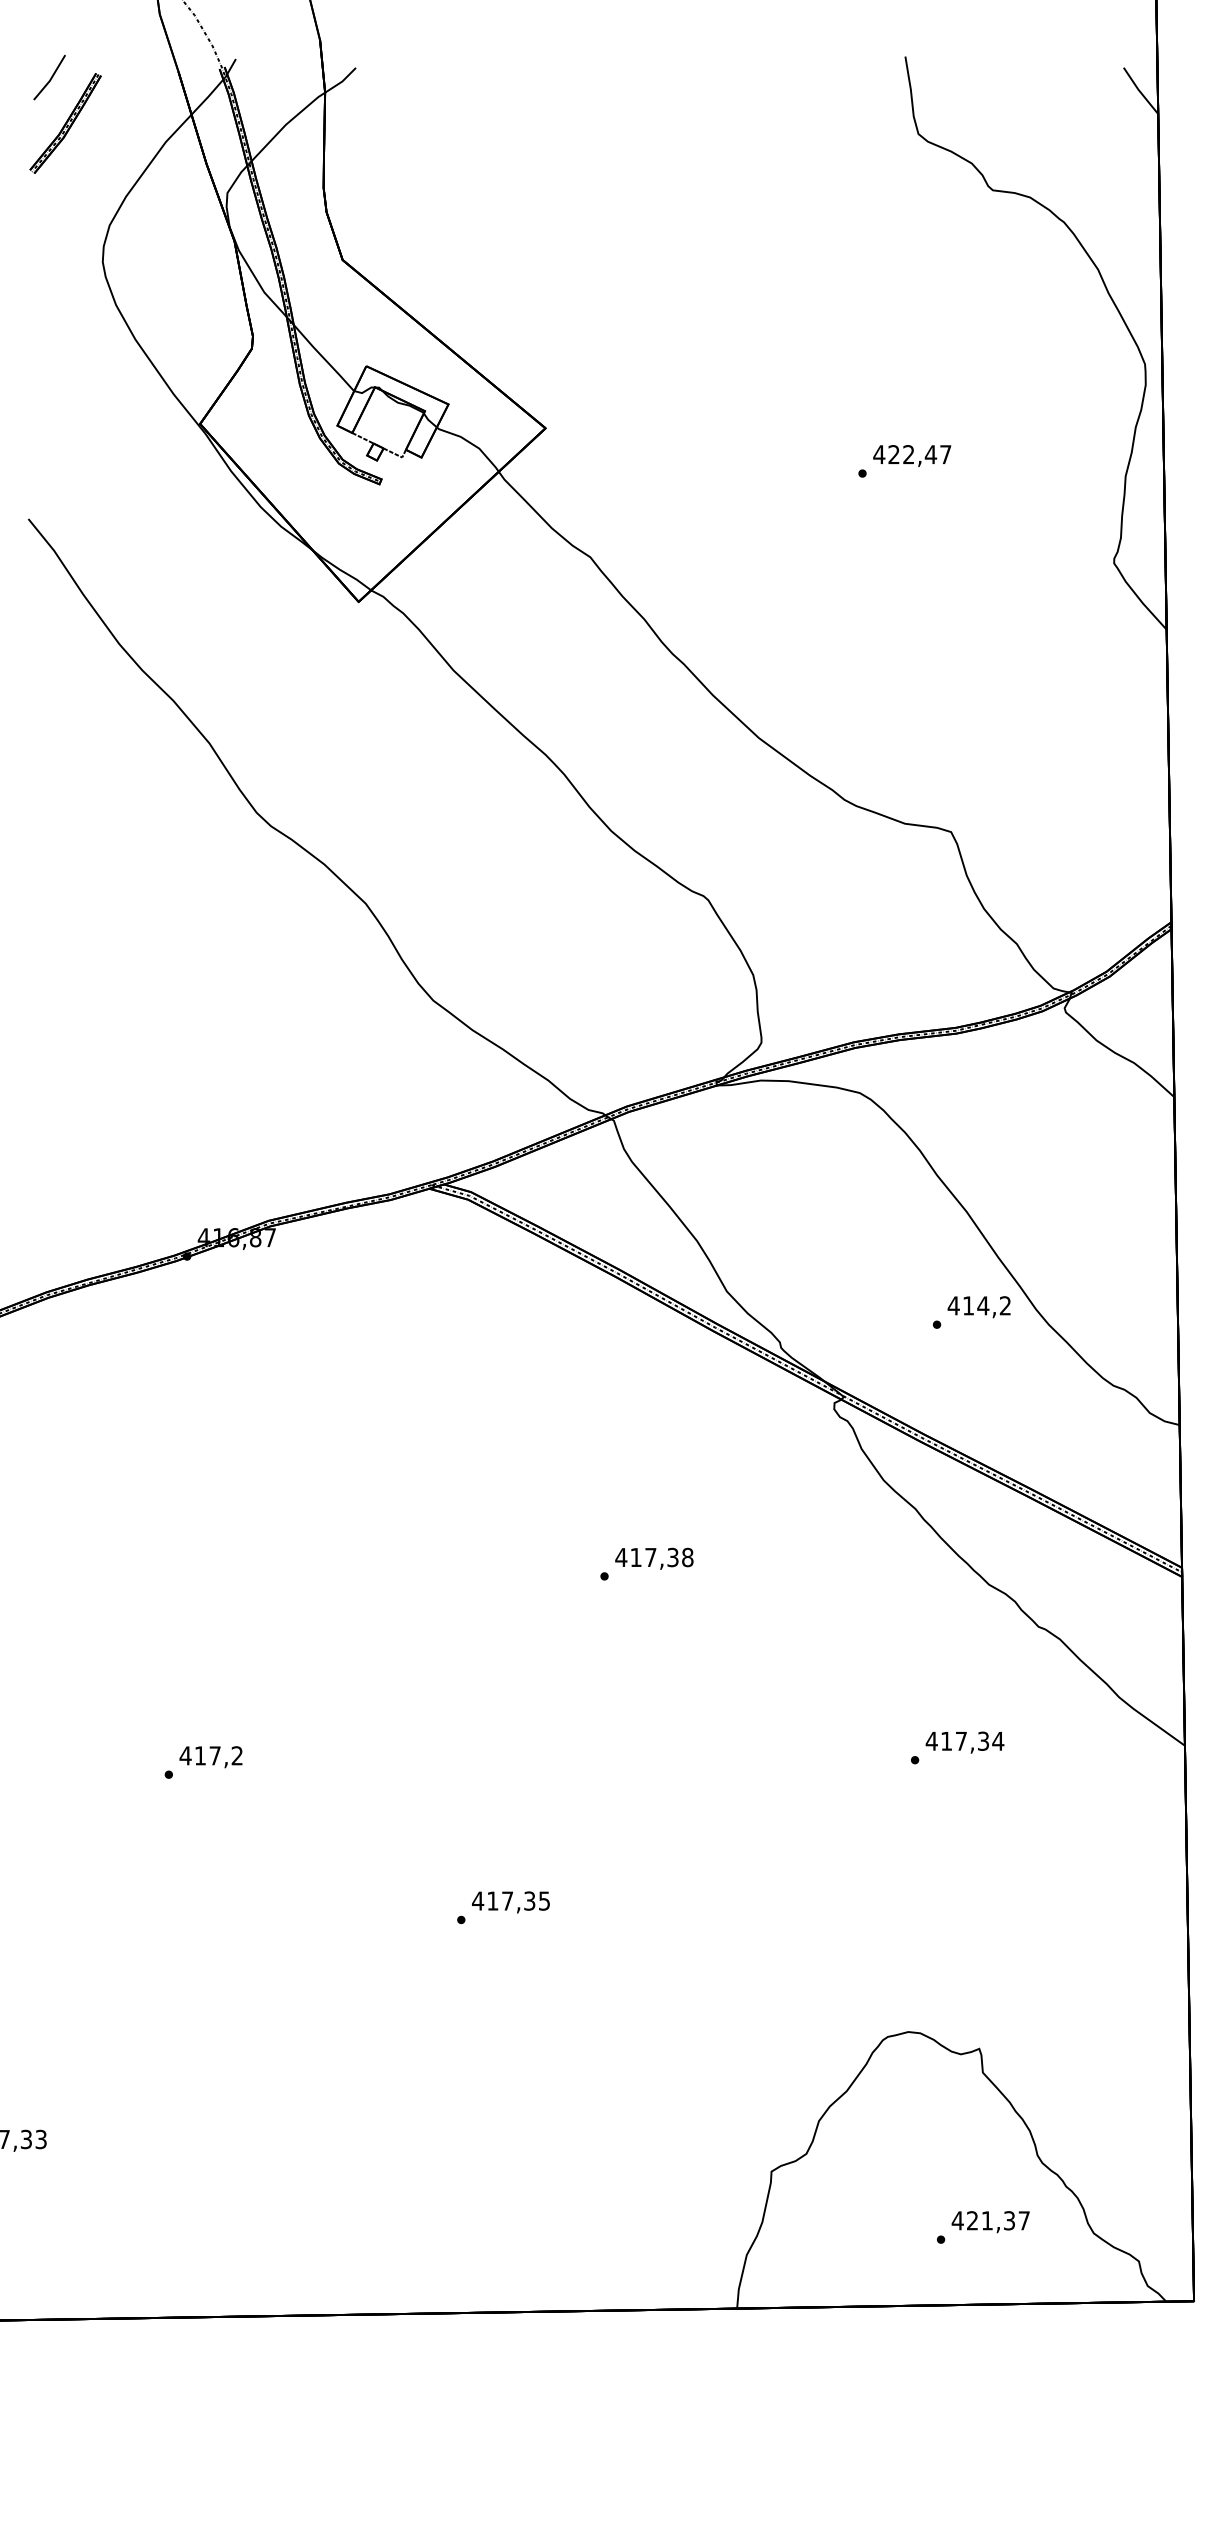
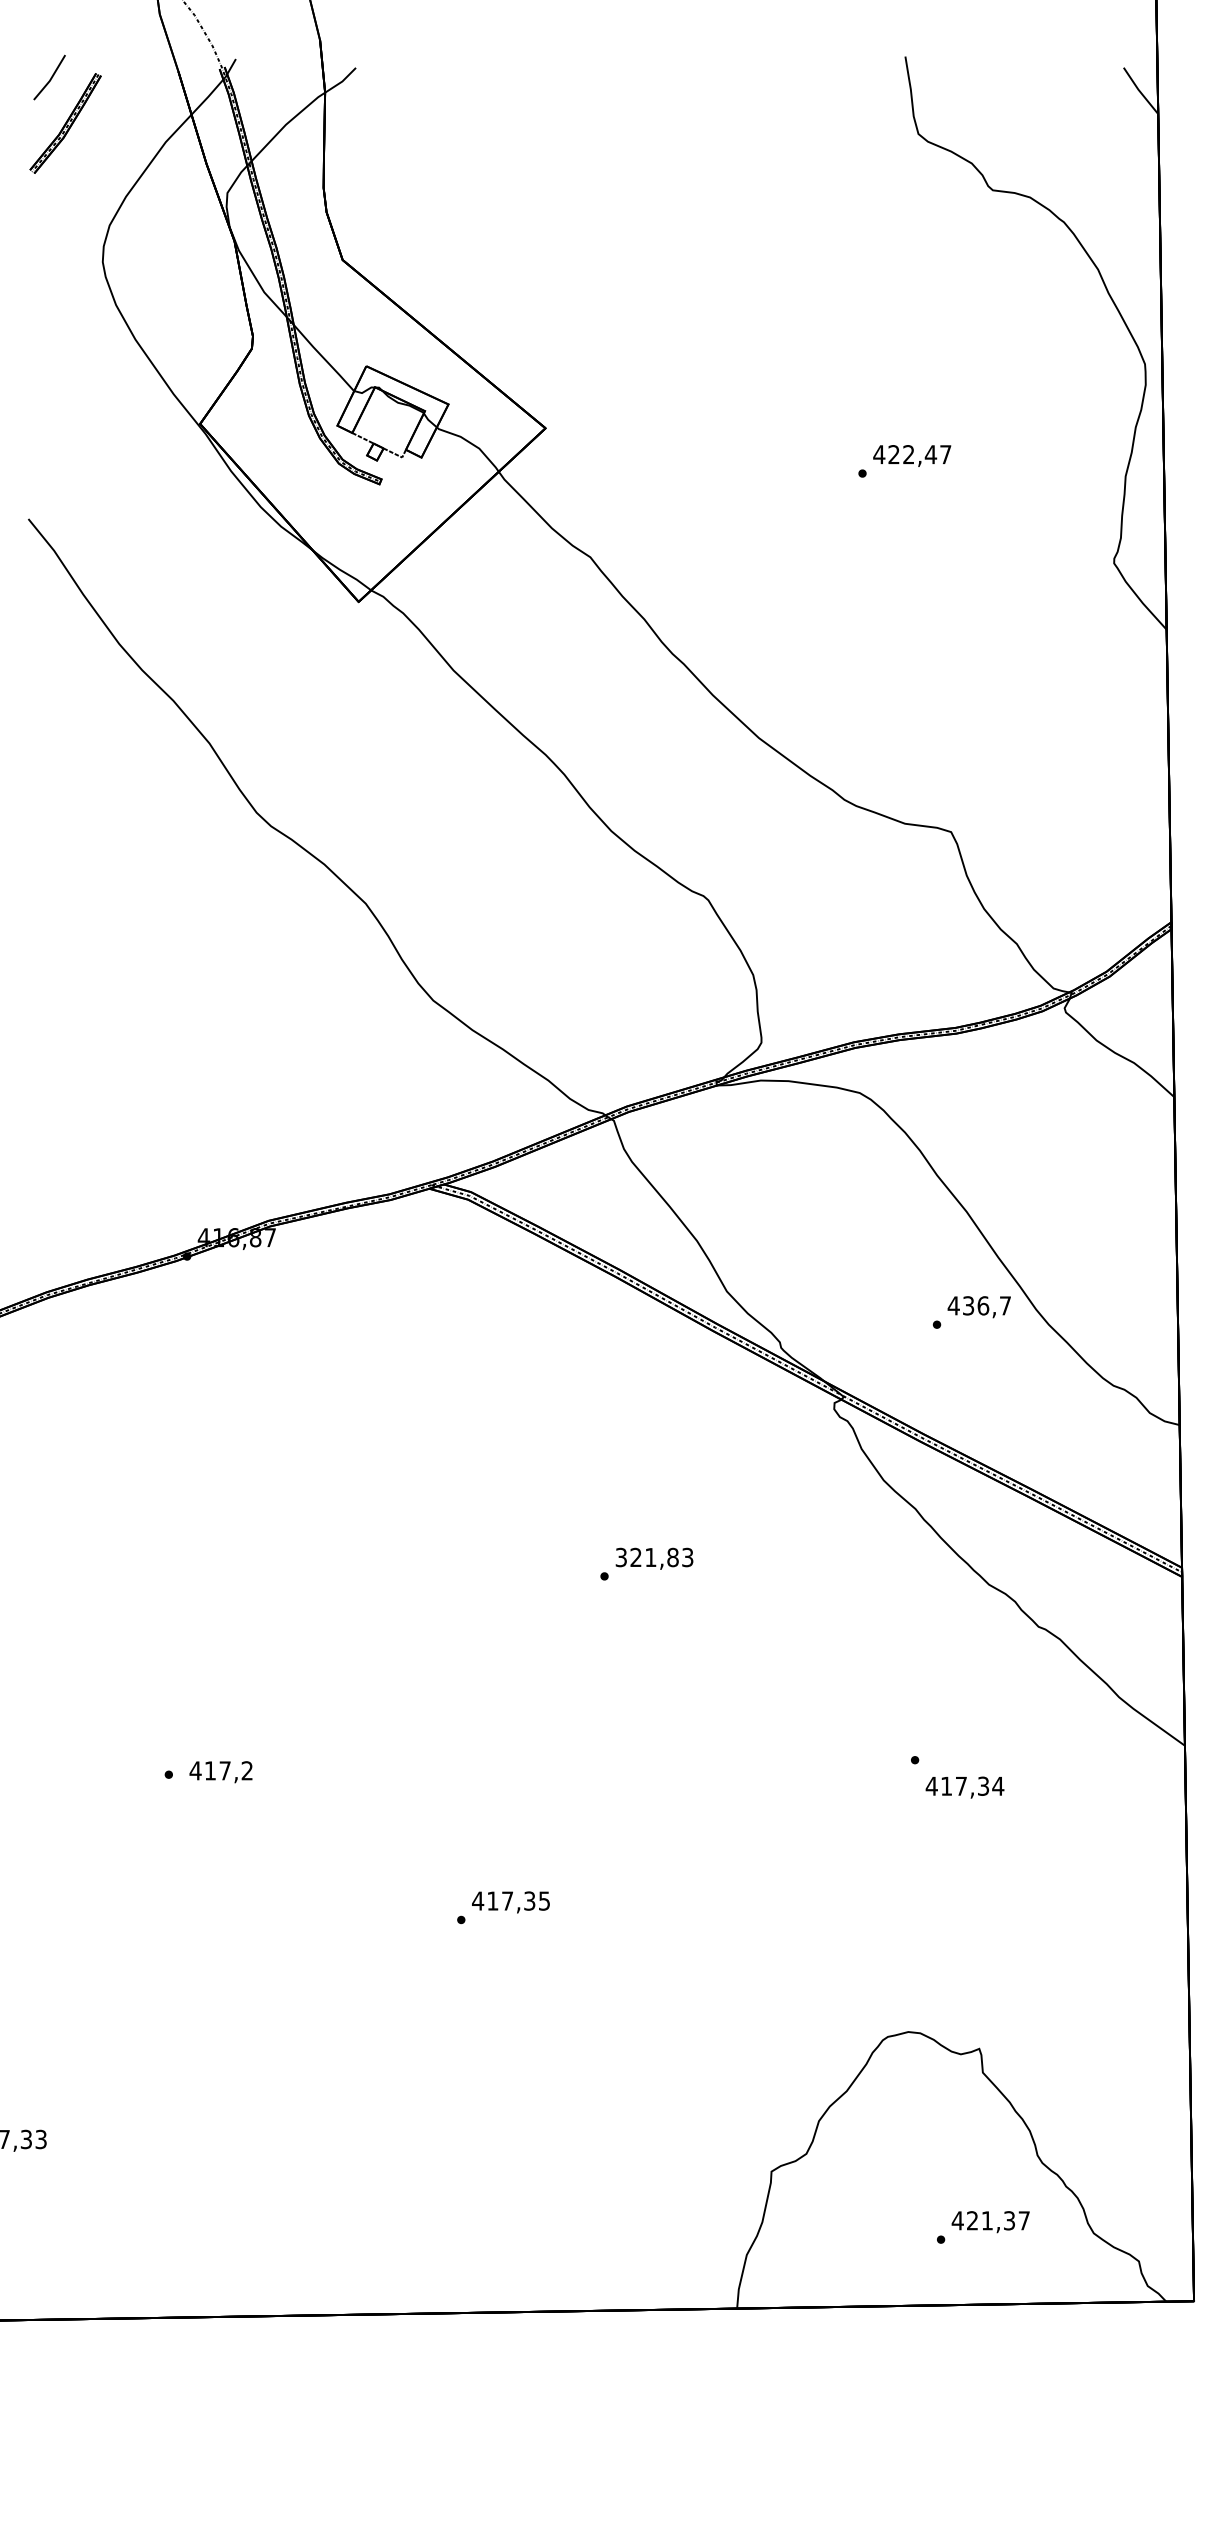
text at (986, 1305): 414,2 -> 436,7
text at (654, 1557): 417,38 -> 321,83
text at (964, 1742) position: (964, 1742) -> (964, 1787)
text at (210, 1757) position: (210, 1757) -> (220, 1772)
